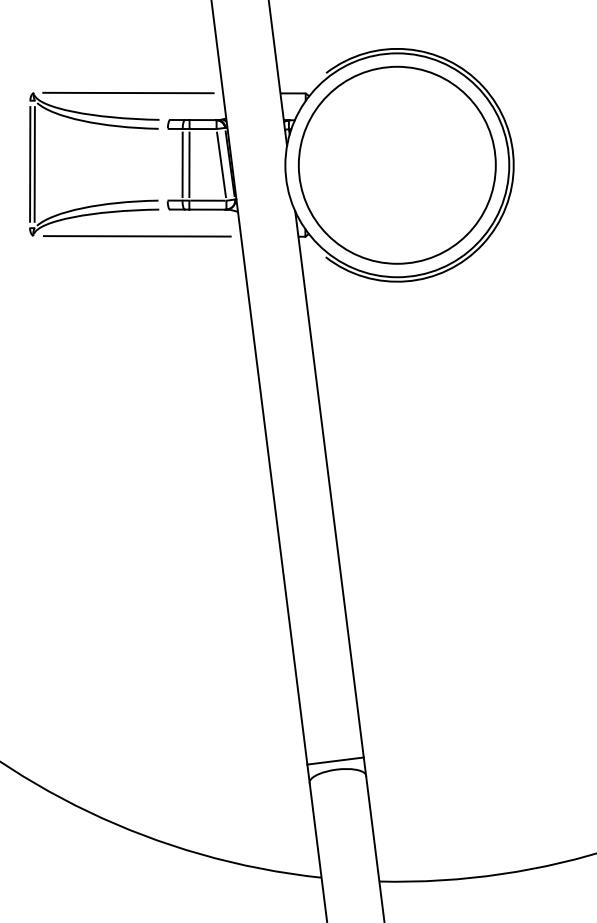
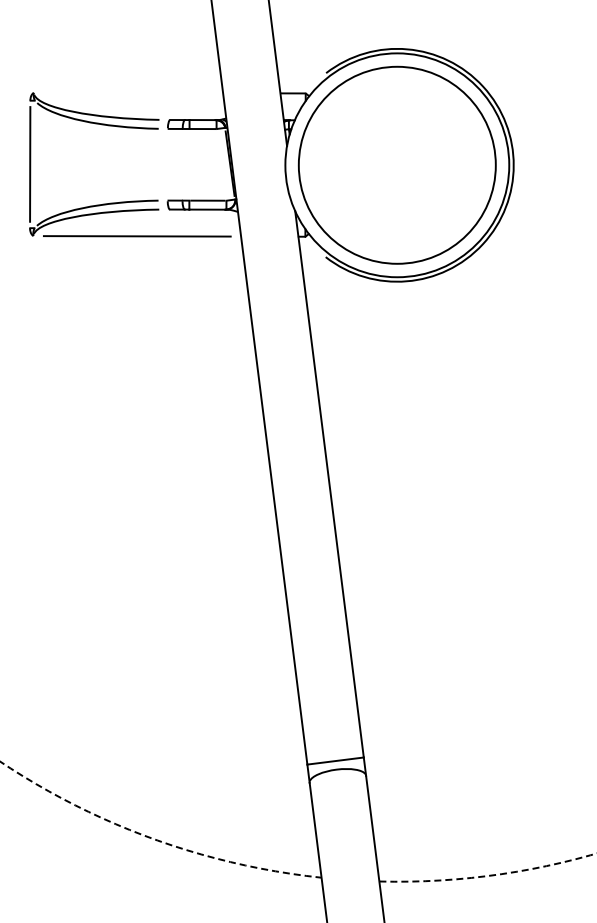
line at (128, 92): present -> none
line at (34, 164): present -> none
line at (182, 164): present -> none
line at (189, 164): present -> none
line at (221, 164): present -> none
arc at (154, 839): solid -> dashed
arc at (490, 875): solid -> dashed
